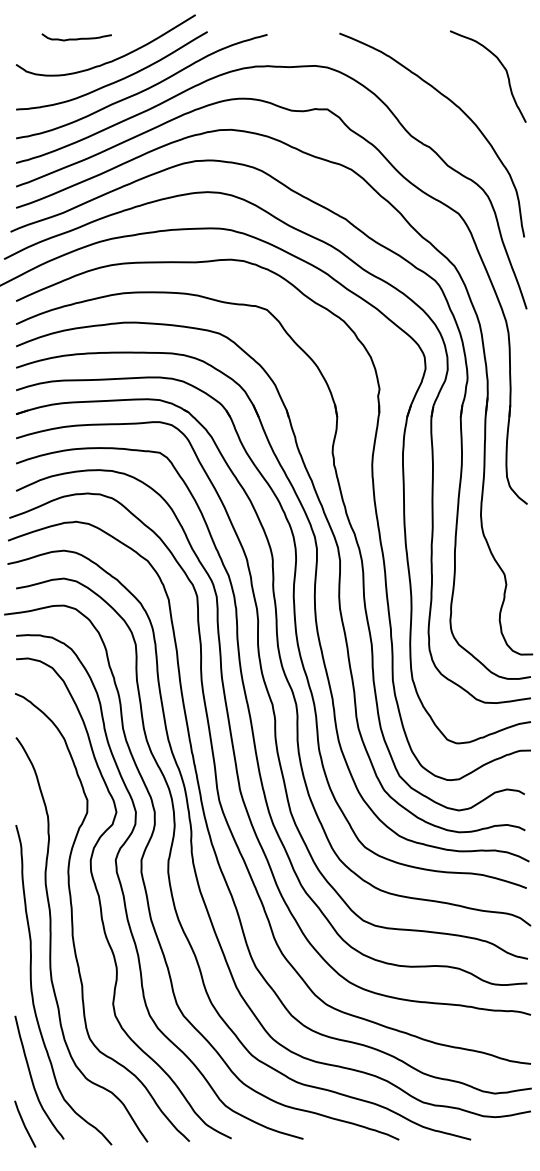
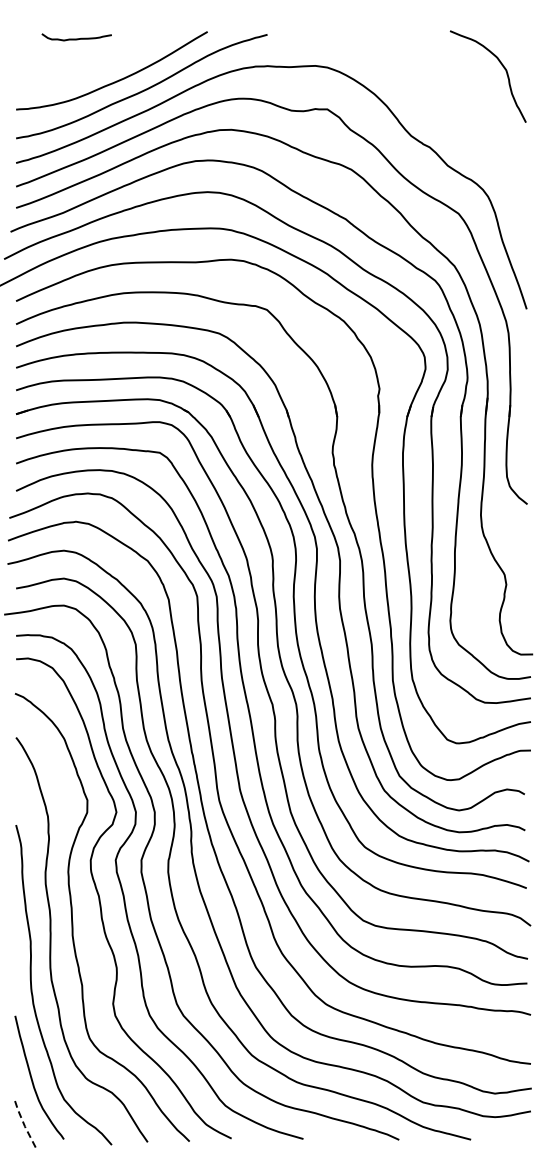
curve at (113, 59): present -> none
curve at (455, 106): present -> none
line at (23, 1123): solid -> dashed
